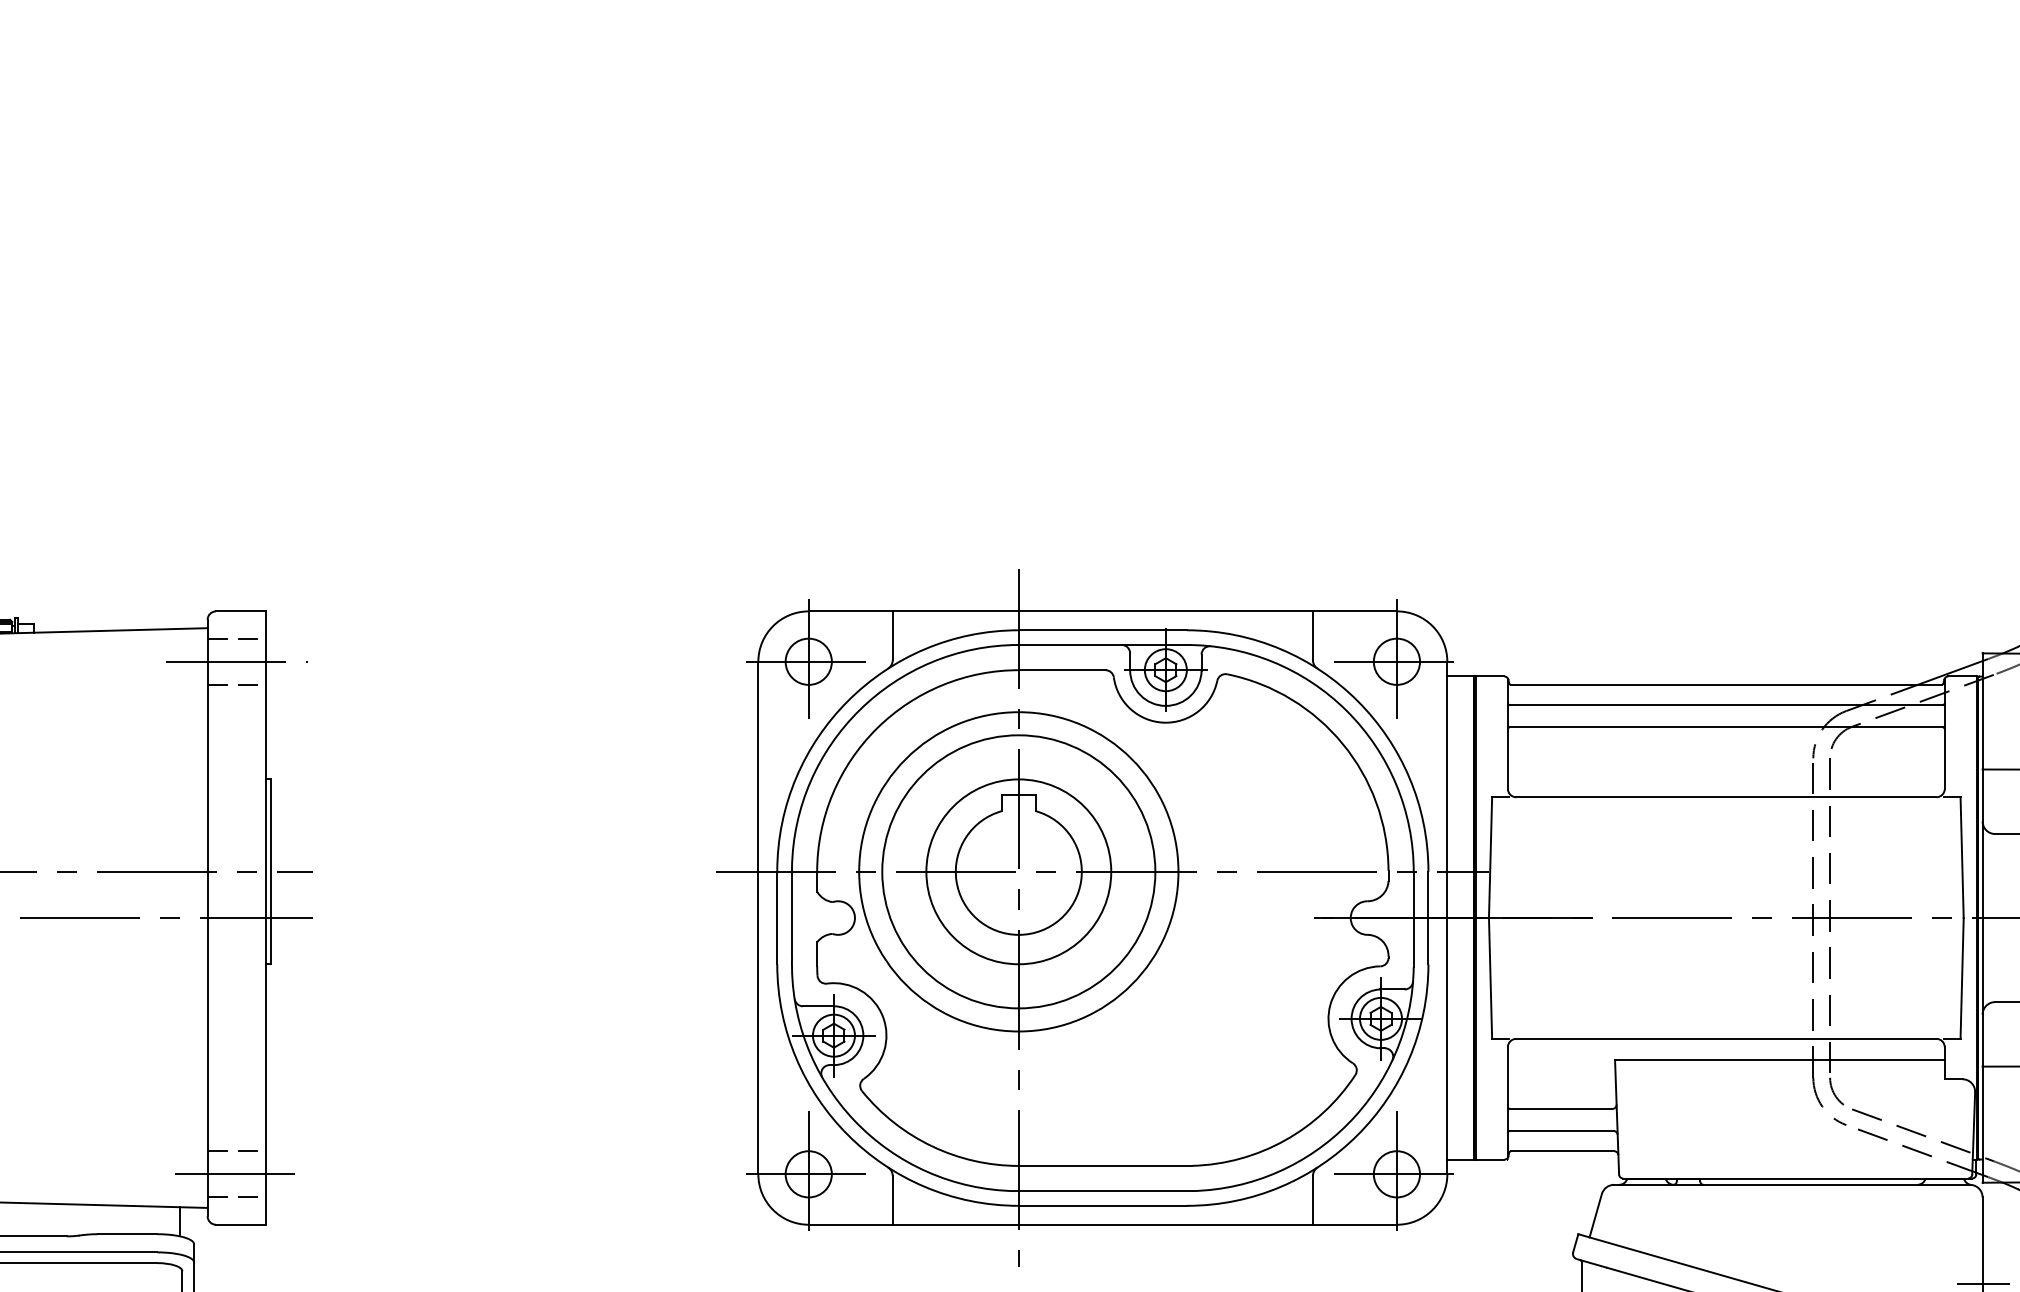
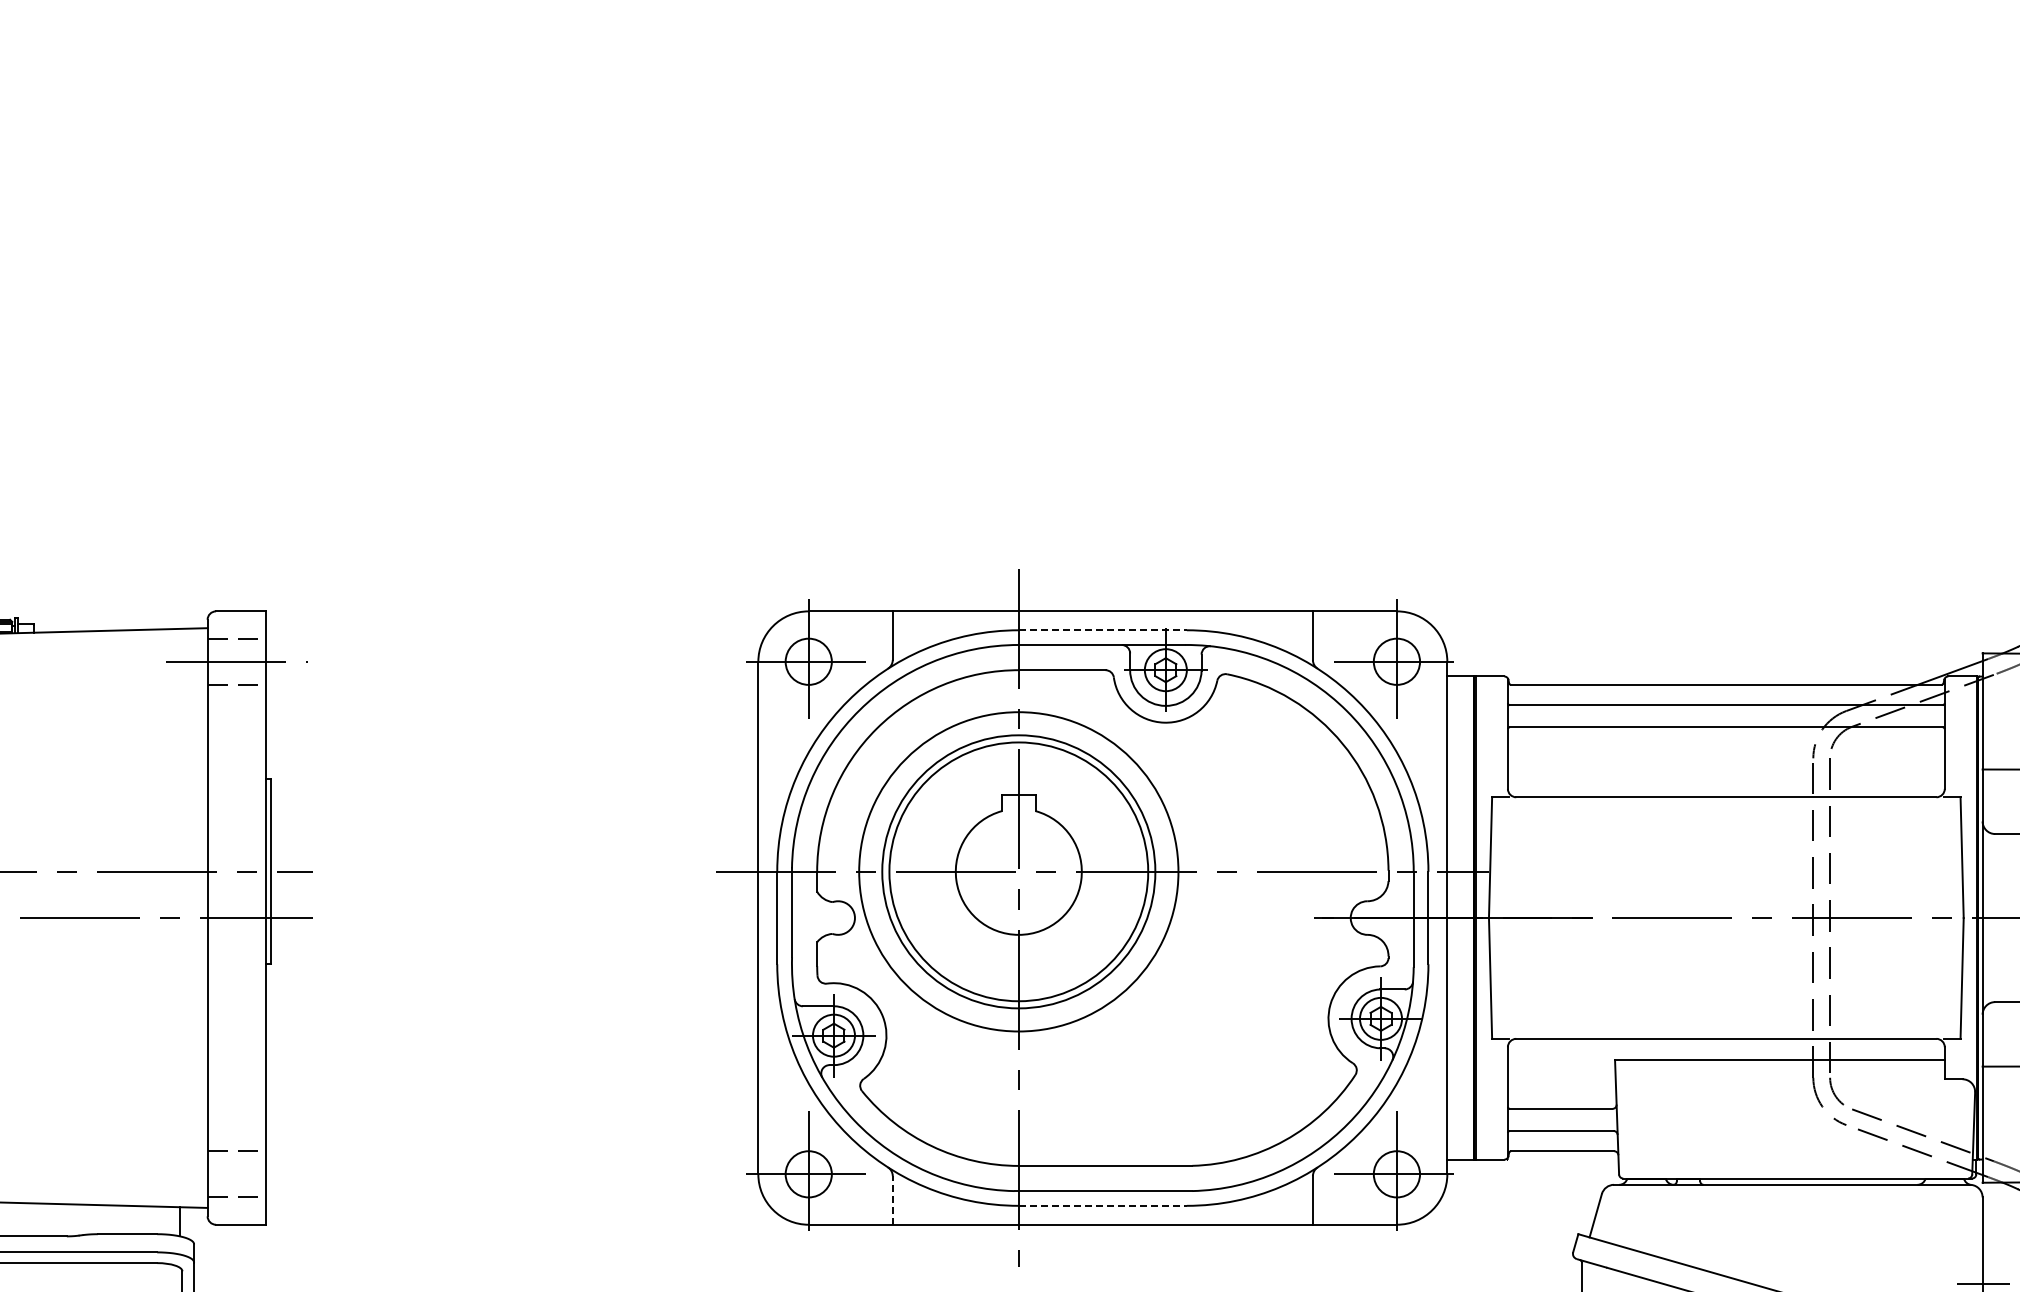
line at (1103, 630): solid -> dashed
circle at (1018, 871) diameter: 185 px -> 259 px
line at (238, 1174): present -> none
line at (892, 1199): solid -> dashed
line at (1103, 1205): solid -> dashed
